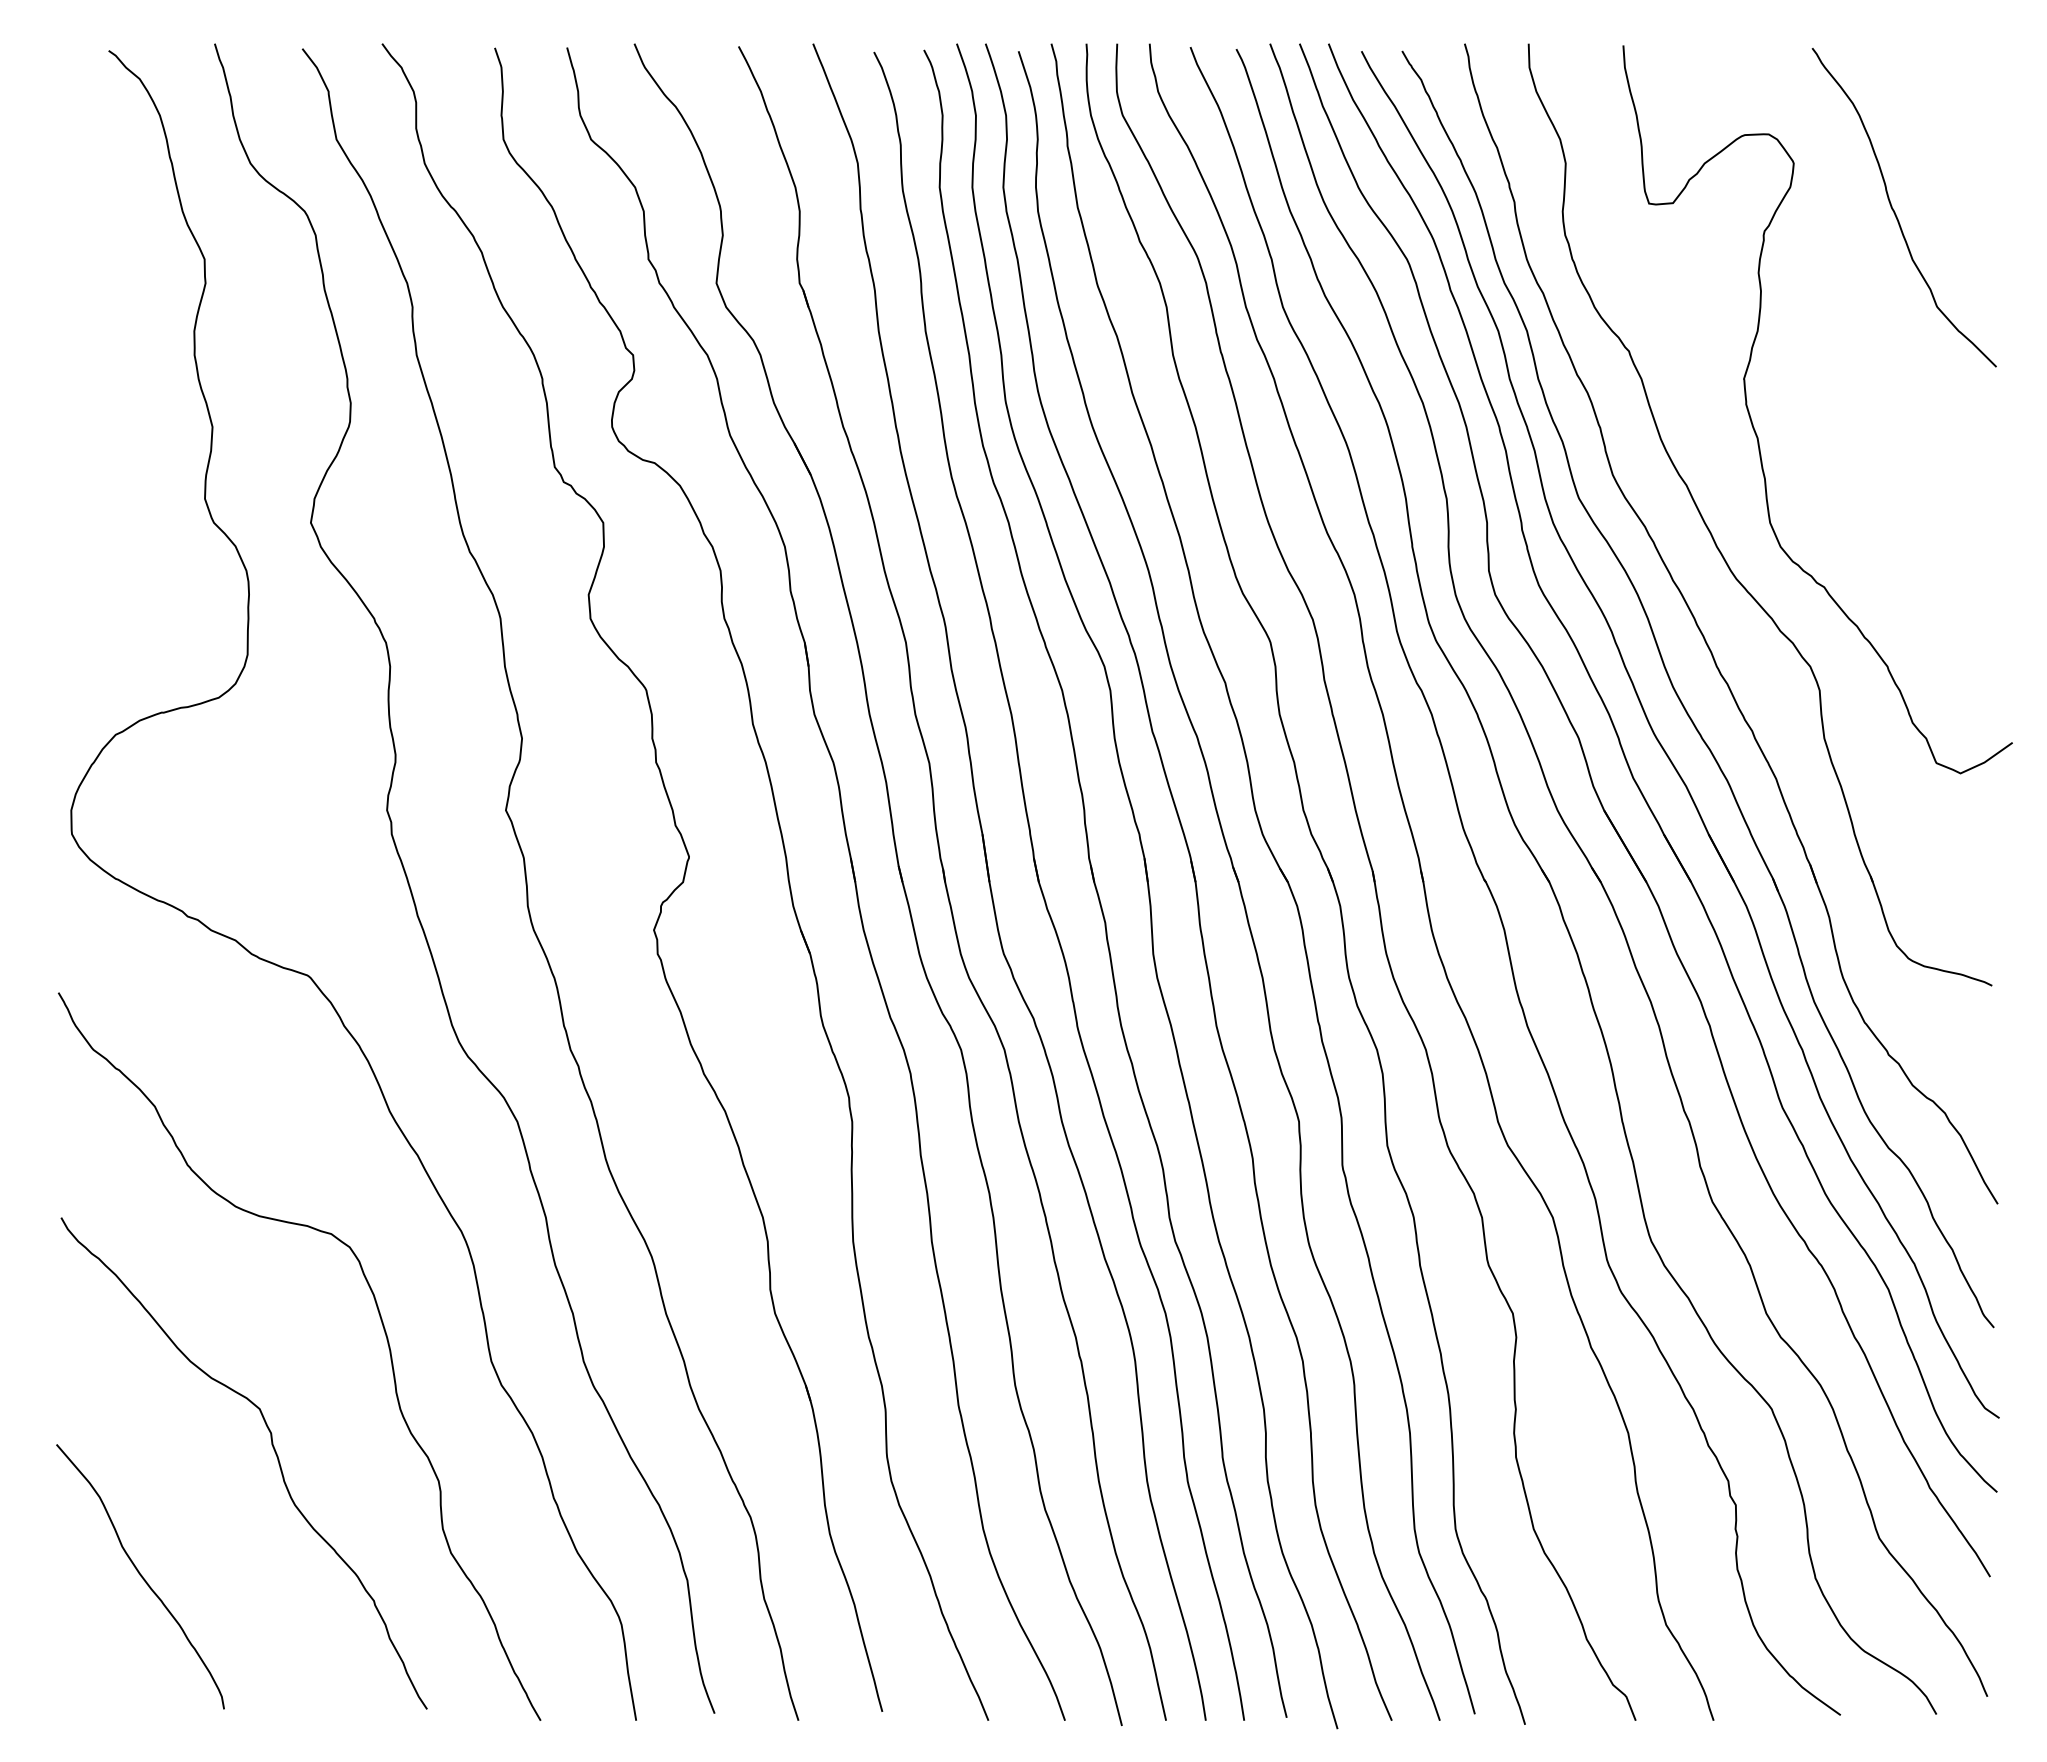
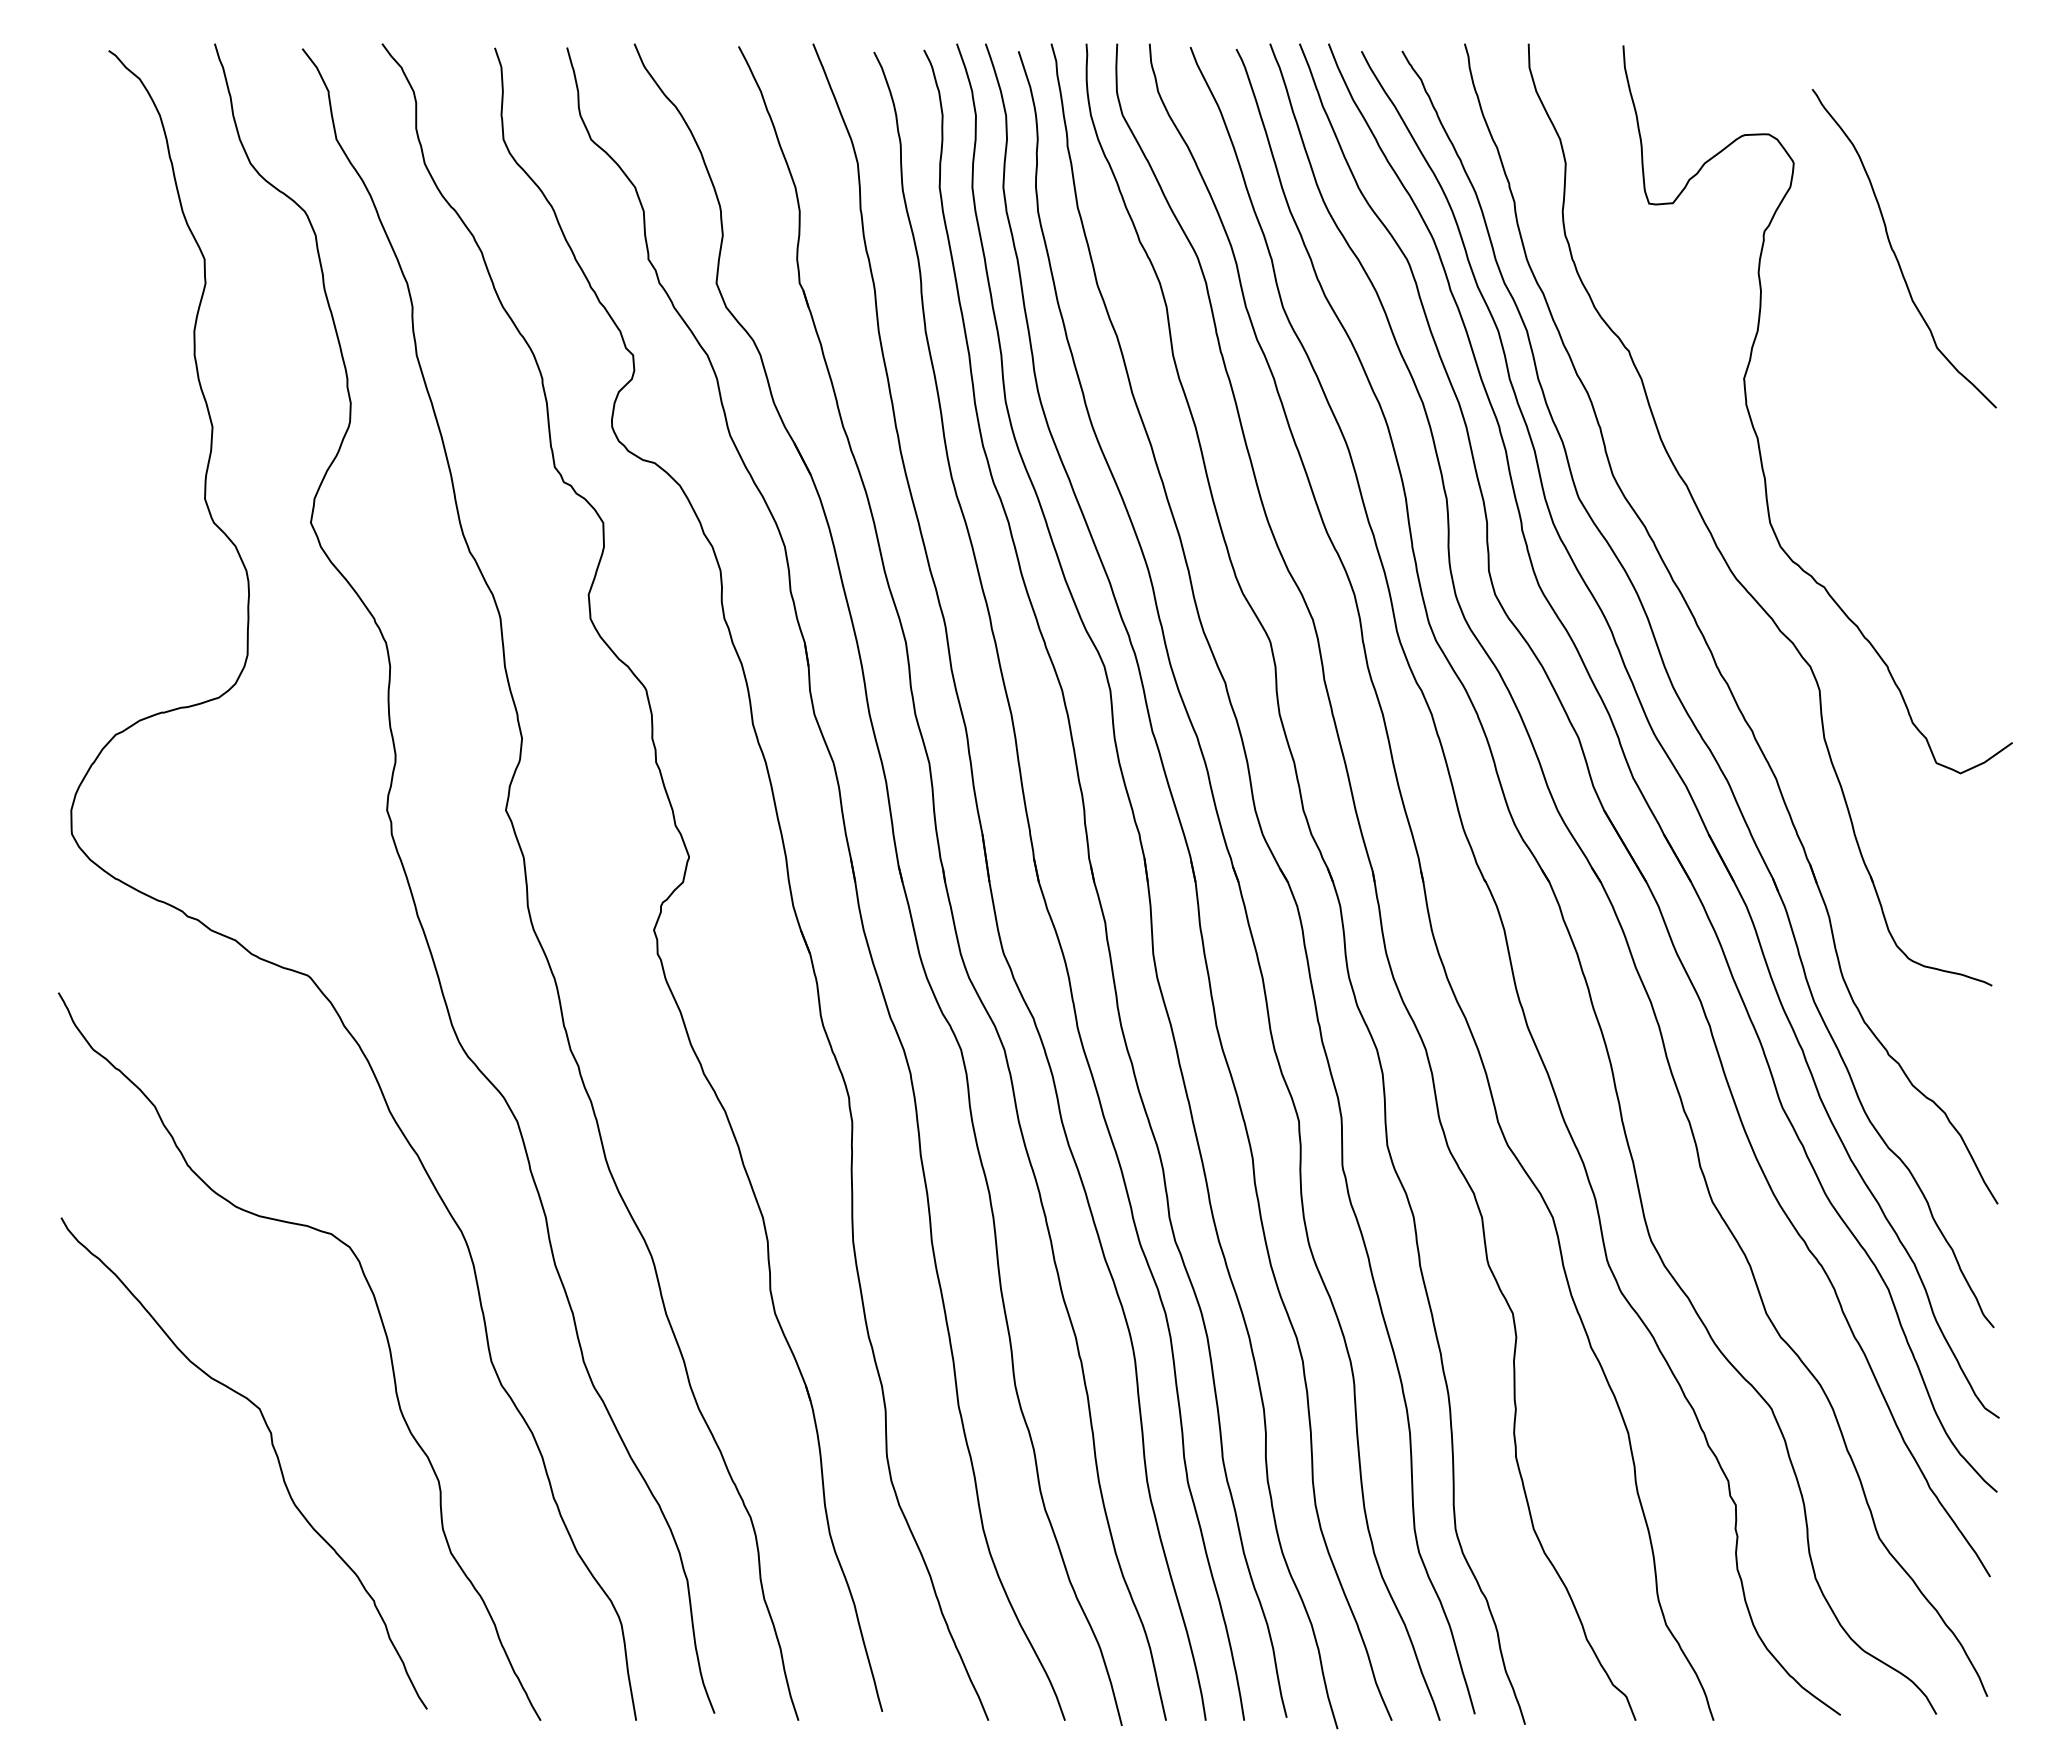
curve at (1895, 212) position: (1895, 212) -> (1895, 253)
curve at (140, 1576): present -> none
